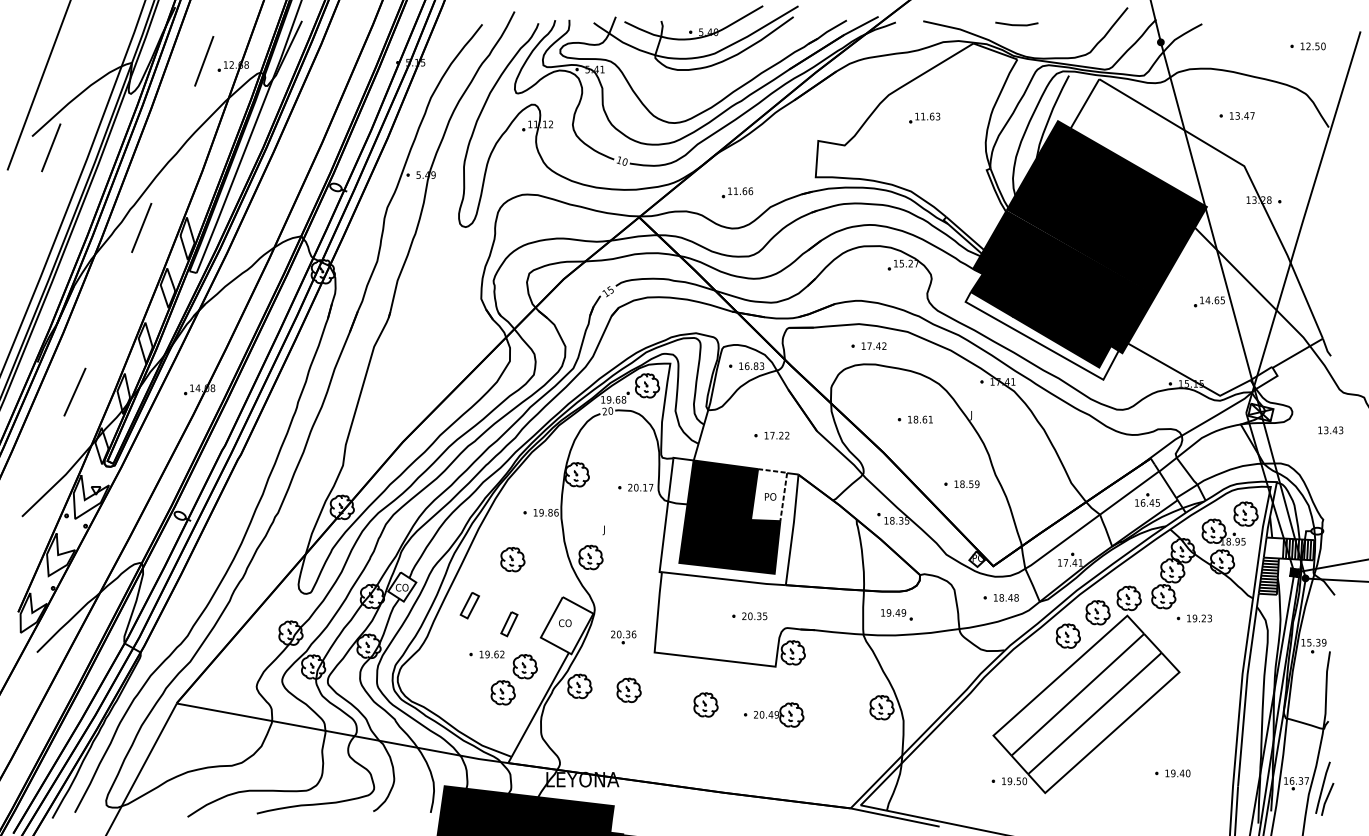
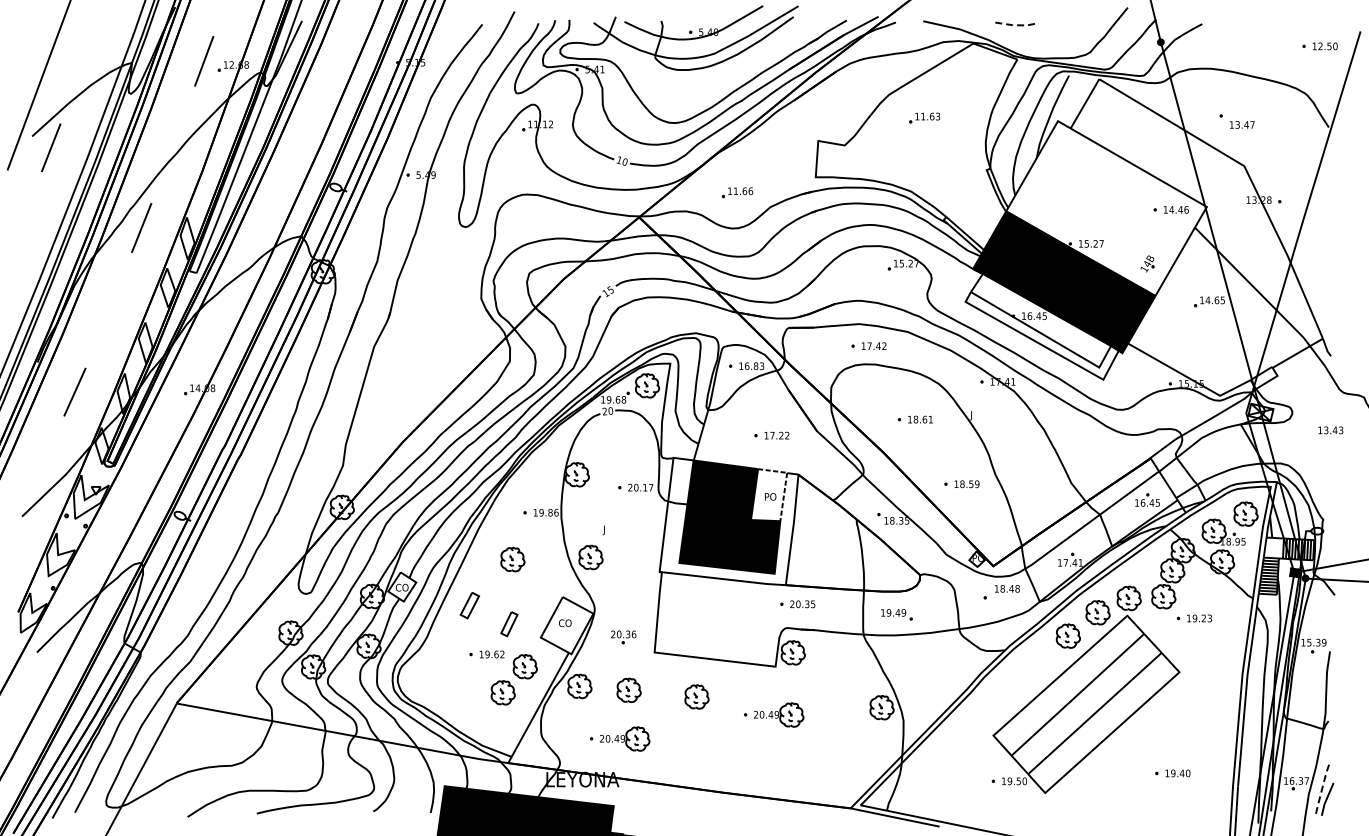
line at (1017, 25): solid -> dashed
part at (1307, 46) position: (1307, 46) -> (1319, 46)
text at (1242, 115) position: (1242, 115) -> (1242, 124)
fill at (1106, 208): present -> none
fill at (1040, 320): present -> none
text at (1006, 597) position: (1006, 597) -> (1007, 588)
part at (749, 616) position: (749, 616) -> (797, 604)
part at (705, 704) position: (705, 704) -> (696, 696)
part at (620, 738): none -> present
line at (1322, 787): solid -> dashed
